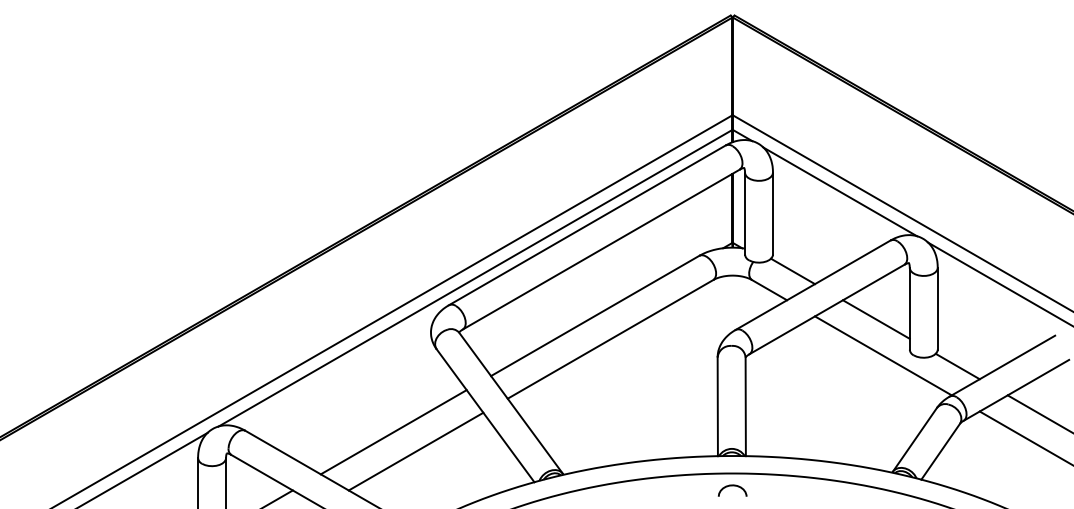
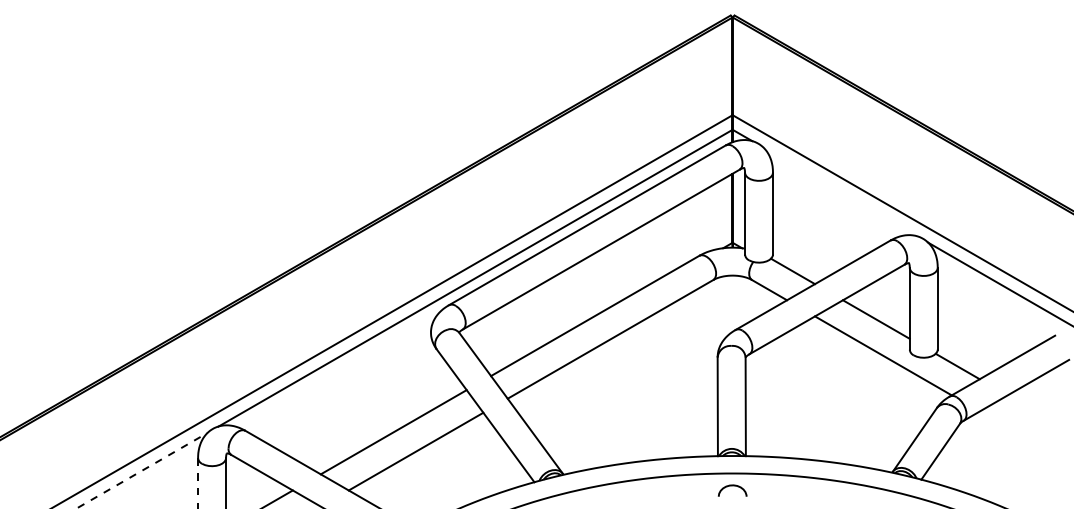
line at (840, 191): present -> none
line at (1038, 413): present -> none
line at (1024, 437): present -> none
line at (141, 470): solid -> dashed
line at (198, 483): solid -> dashed
